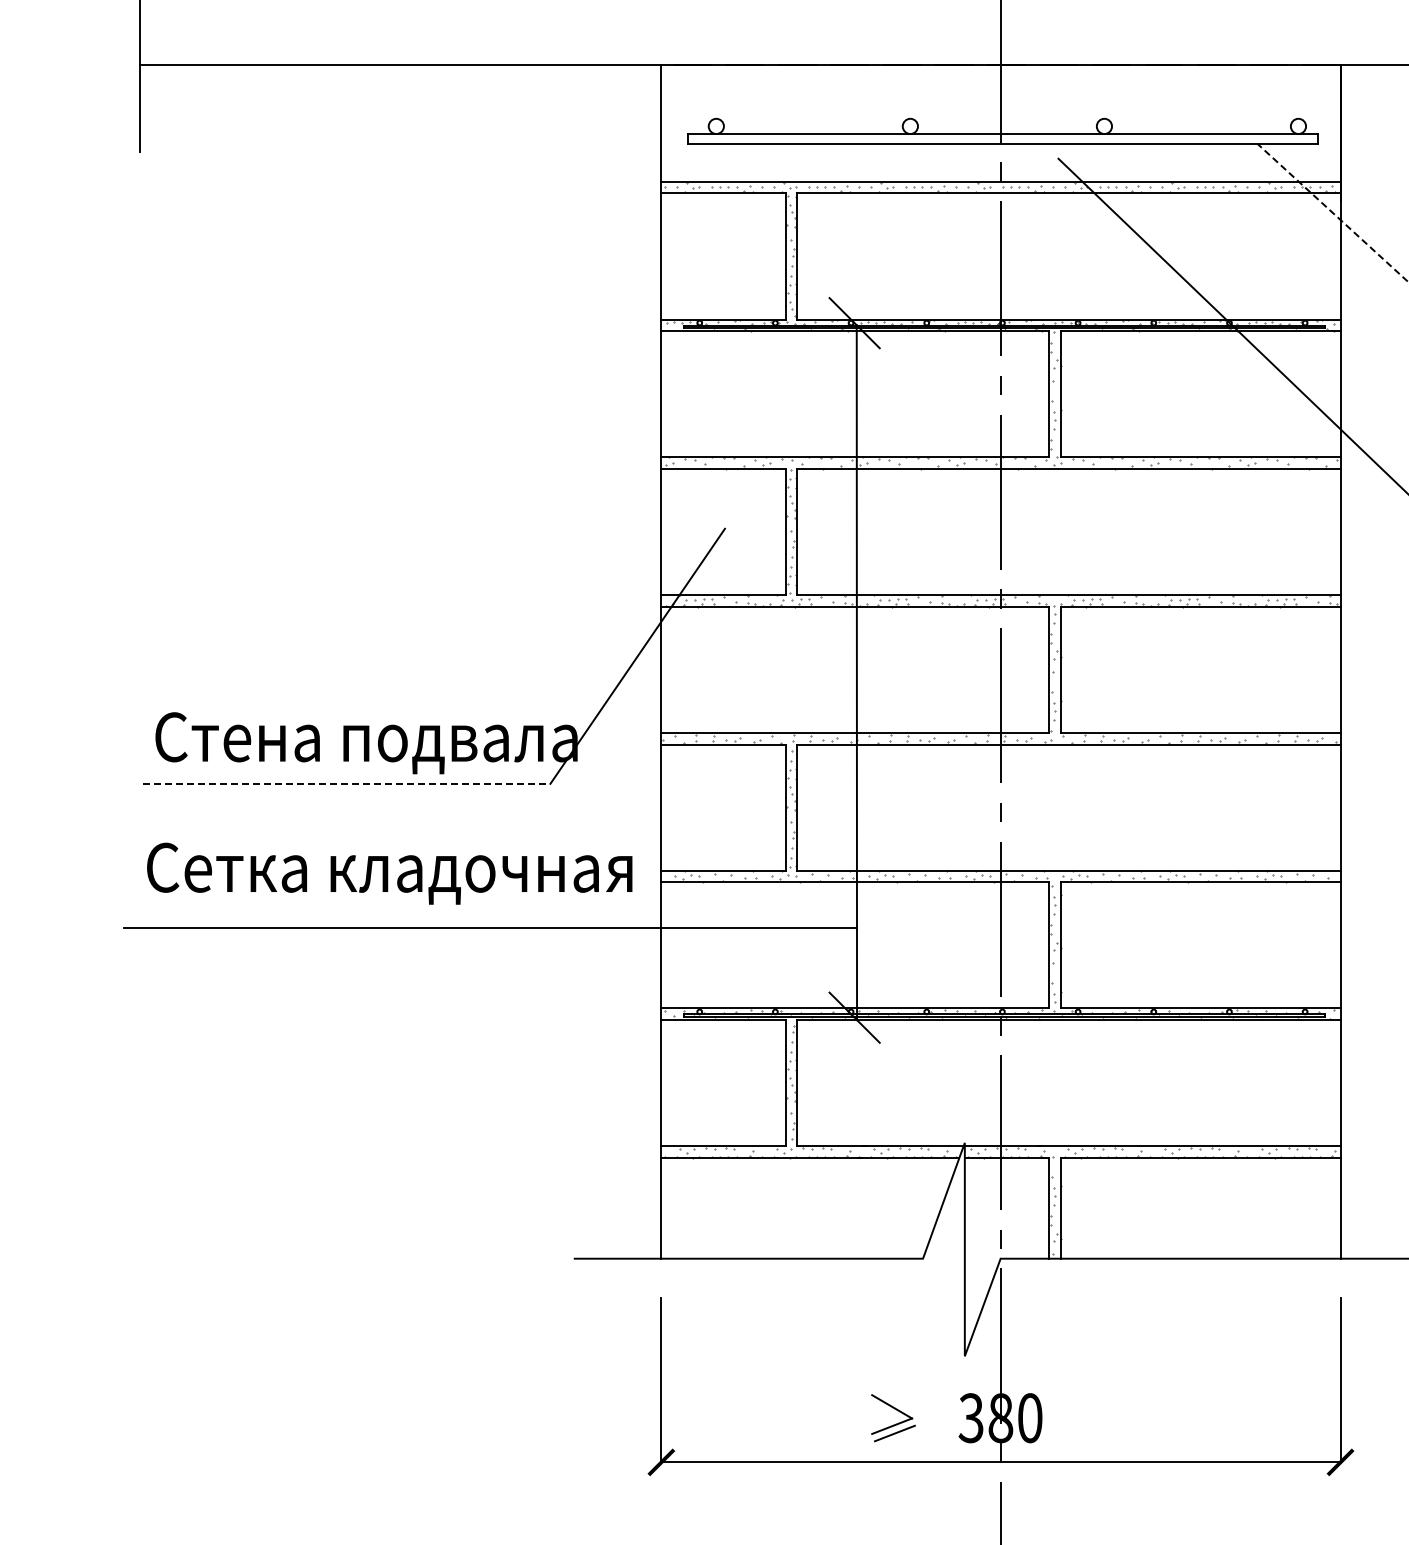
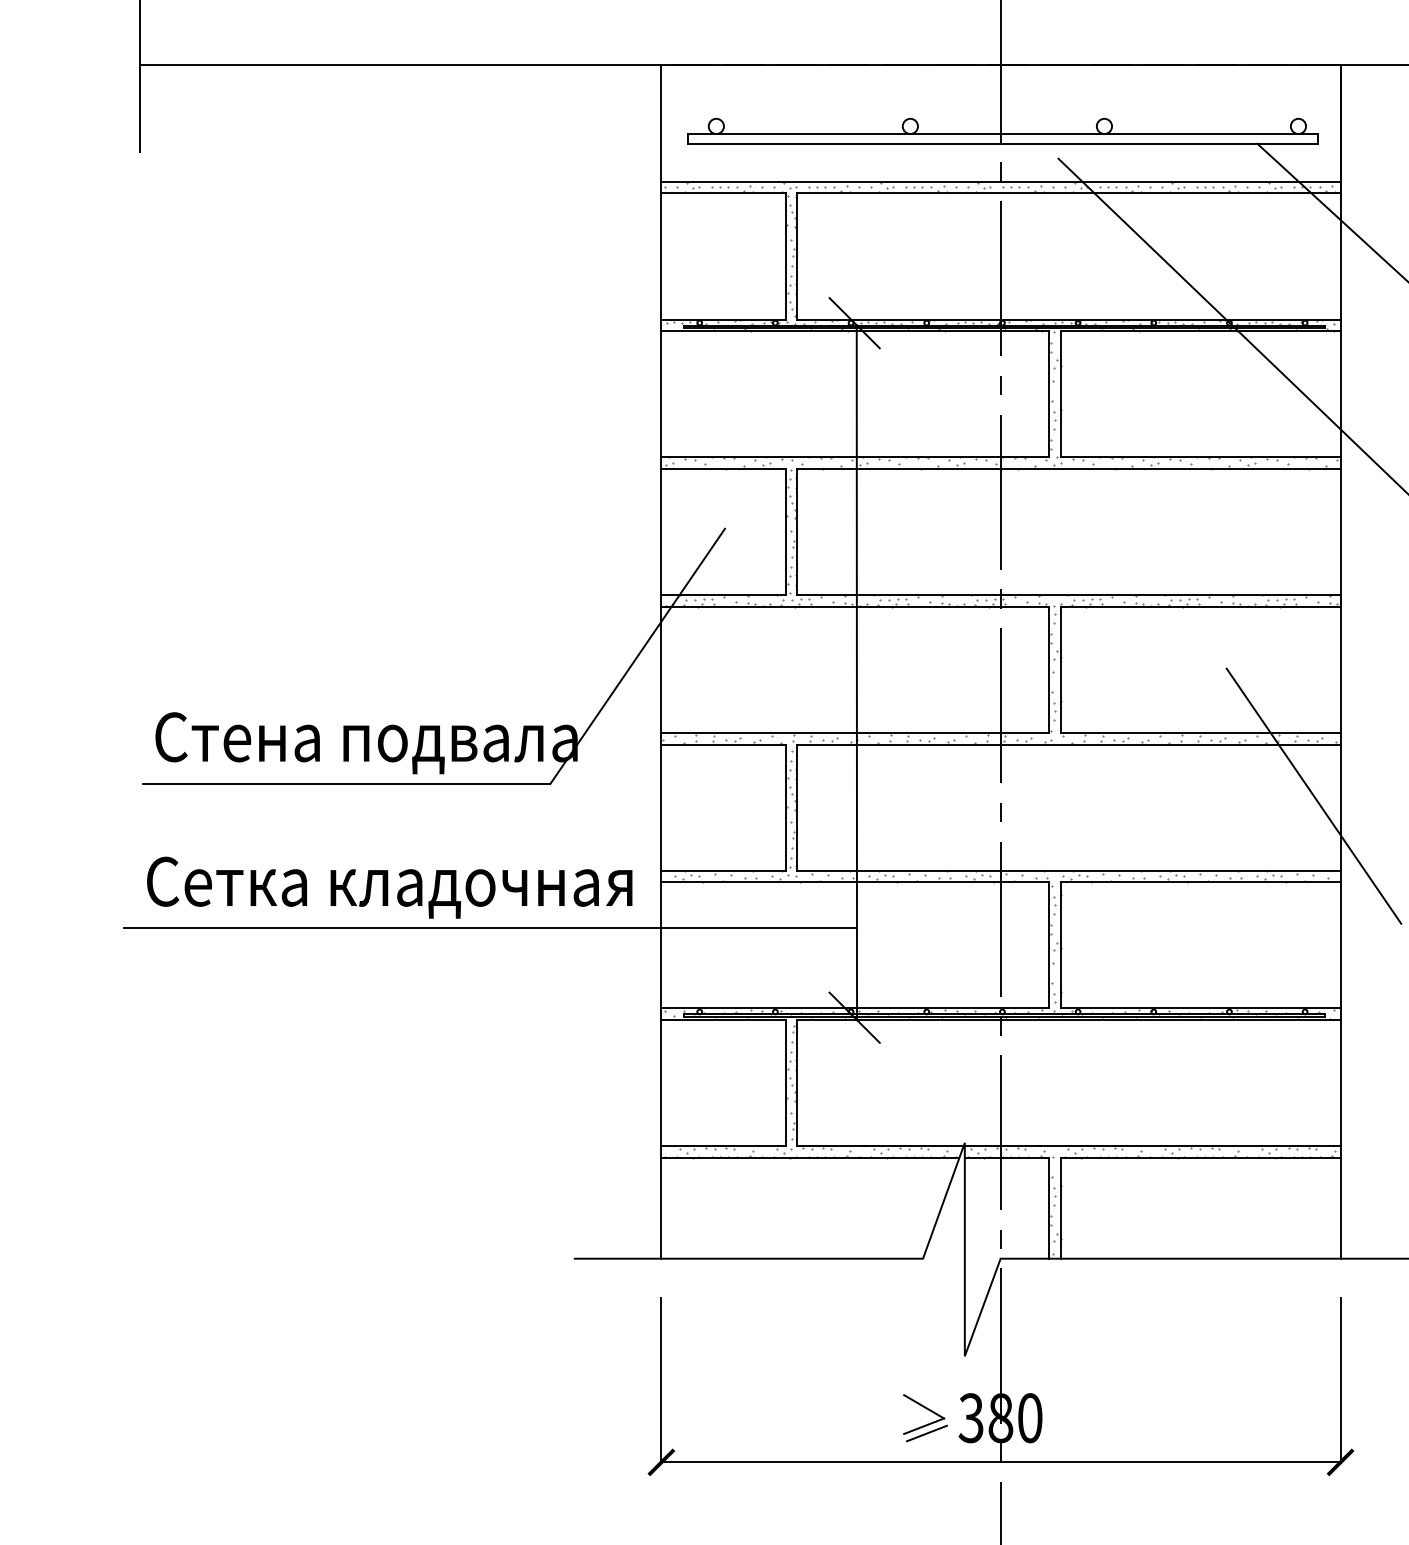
line at (1332, 212): dashed -> solid
line at (346, 783): dashed -> solid
line at (1313, 795): none -> present
text at (389, 873) position: (389, 873) -> (389, 887)
part at (893, 1418) position: (893, 1418) -> (925, 1418)
